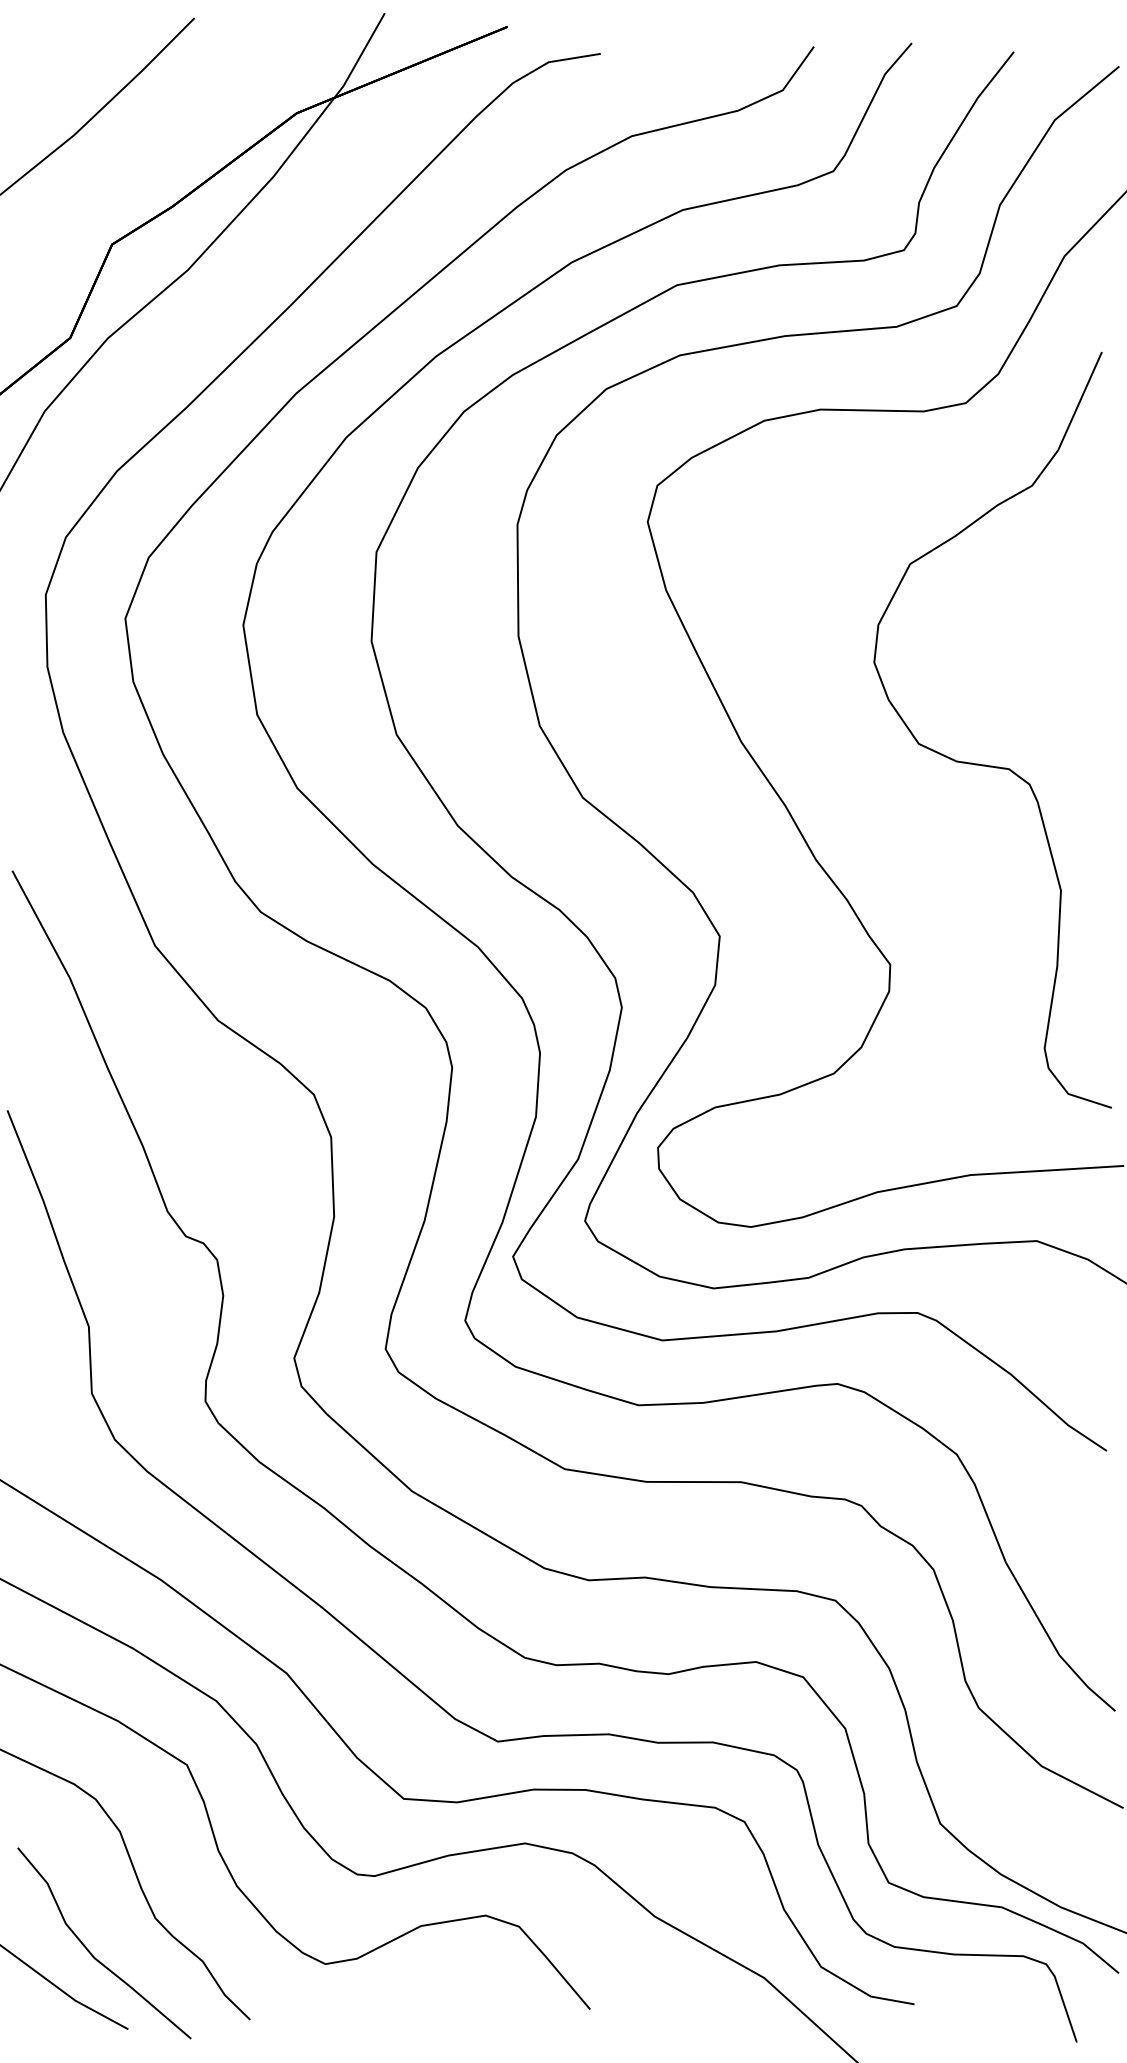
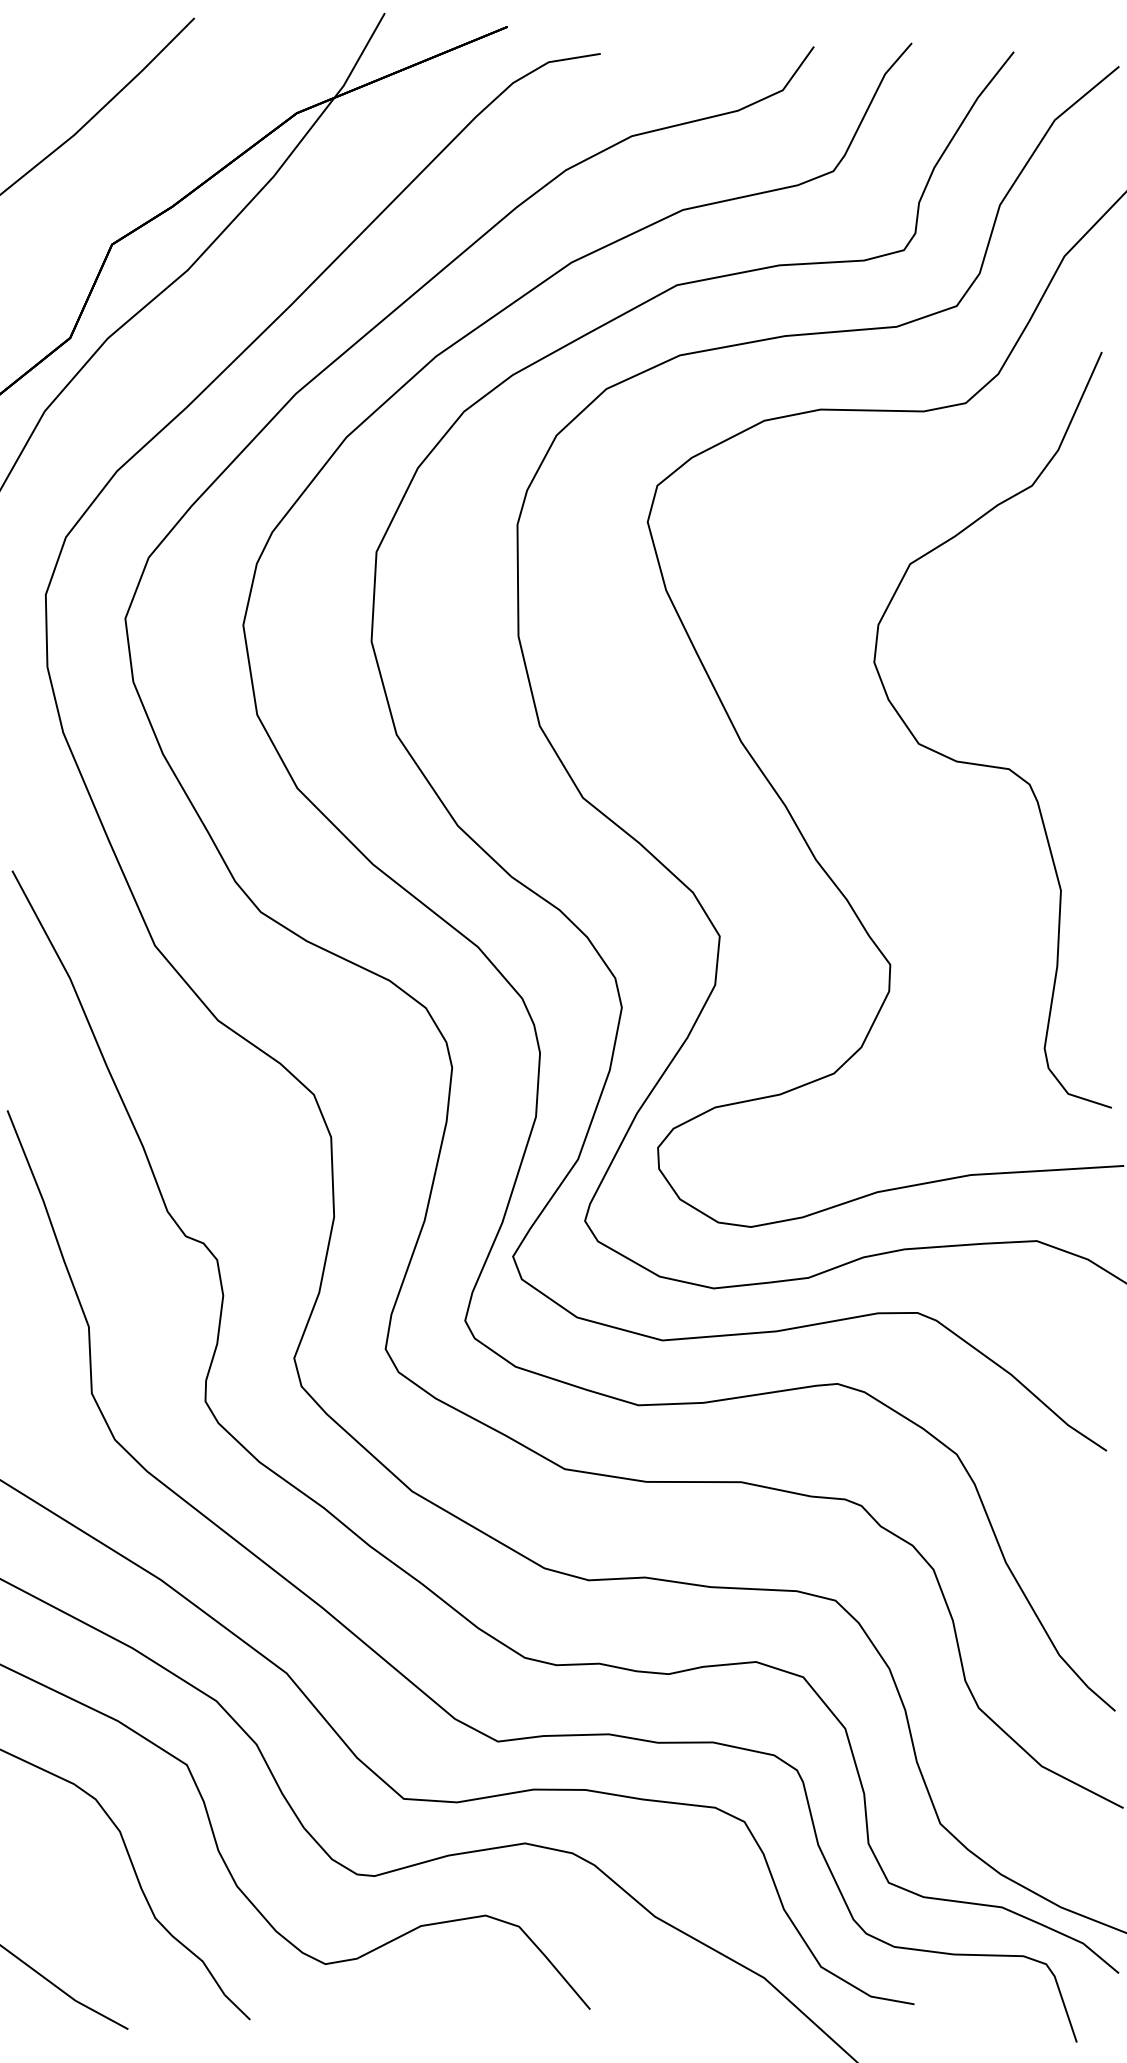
curve at (91, 1952): present -> none
